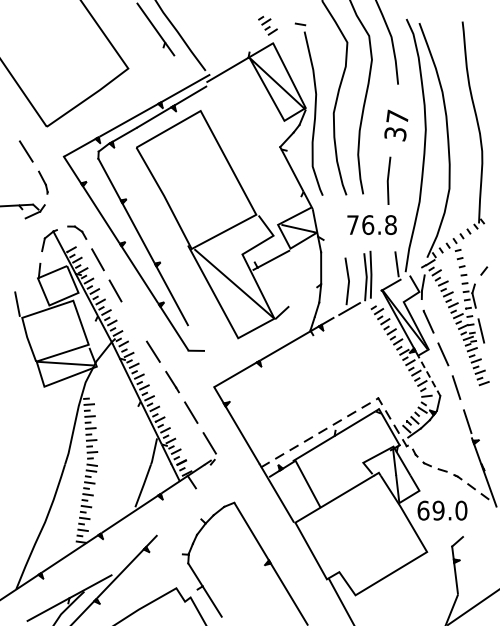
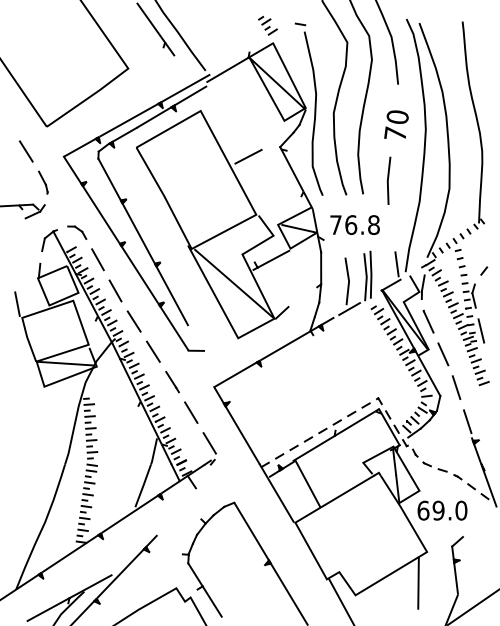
text at (396, 125): 37 -> 70
line at (248, 156): none -> present
text at (371, 224) position: (371, 224) -> (354, 224)
line at (133, 321): none -> present
line at (428, 374): dashed -> solid
line at (418, 582): none -> present
